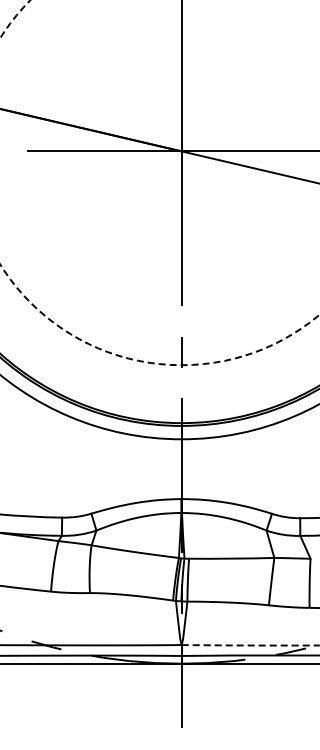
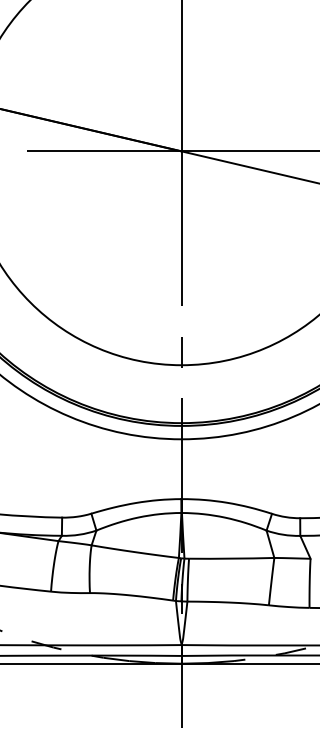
circle at (159, 182): dashed -> solid
arc at (250, 645): dashed -> solid
